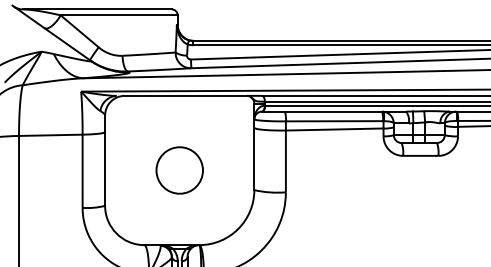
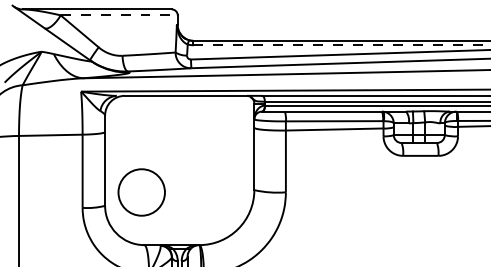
line at (119, 15): solid -> dashed
line at (342, 45): solid -> dashed
circle at (179, 170) position: (179, 170) -> (141, 192)
